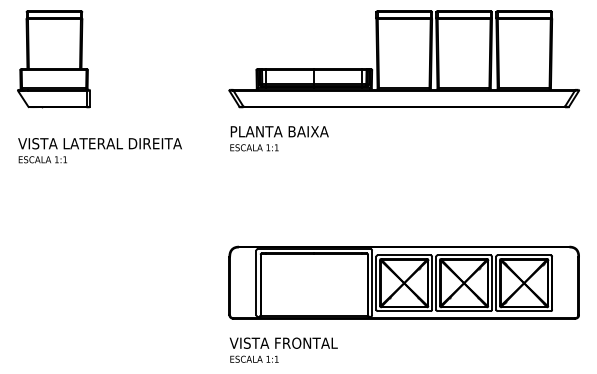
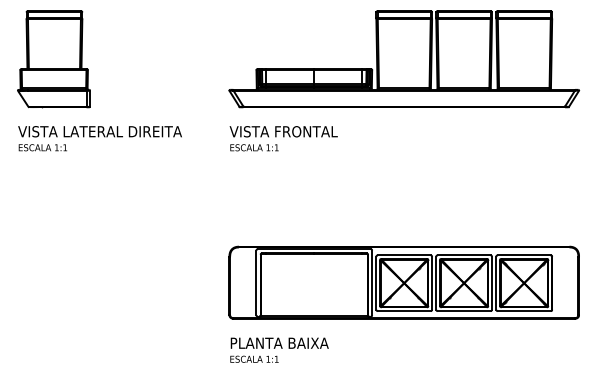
text at (283, 131): PLANTA BAIXA -> VISTA FRONTAL
text at (99, 150) position: (99, 150) -> (99, 138)
text at (283, 342): VISTA FRONTAL -> PLANTA BAIXA
